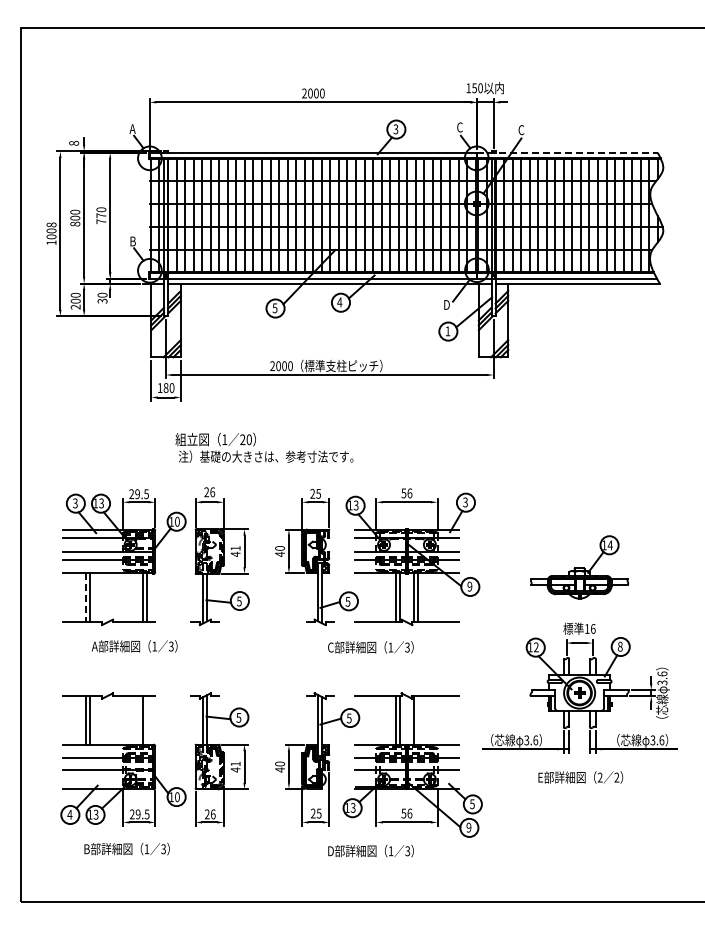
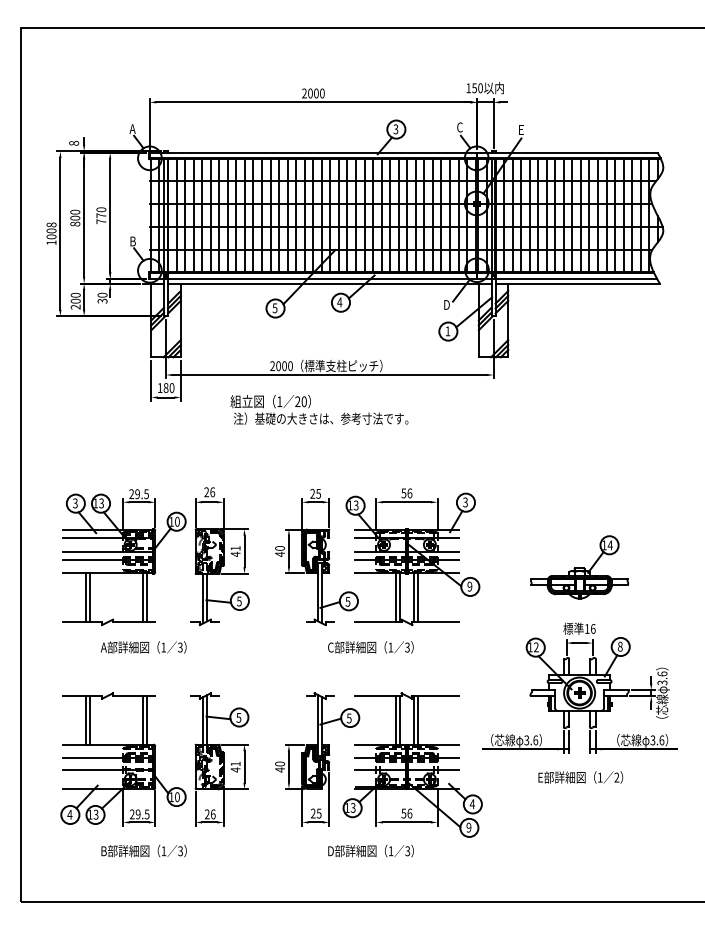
text at (521, 130): C -> E
line at (567, 152): dashed -> solid
text at (264, 447) position: (264, 447) -> (319, 409)
line at (85, 597): dashed -> solid
text at (134, 646) position: (134, 646) -> (143, 647)
line at (146, 720): none -> present
line at (417, 720): none -> present
text at (599, 777): 2 -> 1
text at (471, 804): 5 -> 4
text at (126, 849) position: (126, 849) -> (143, 851)
